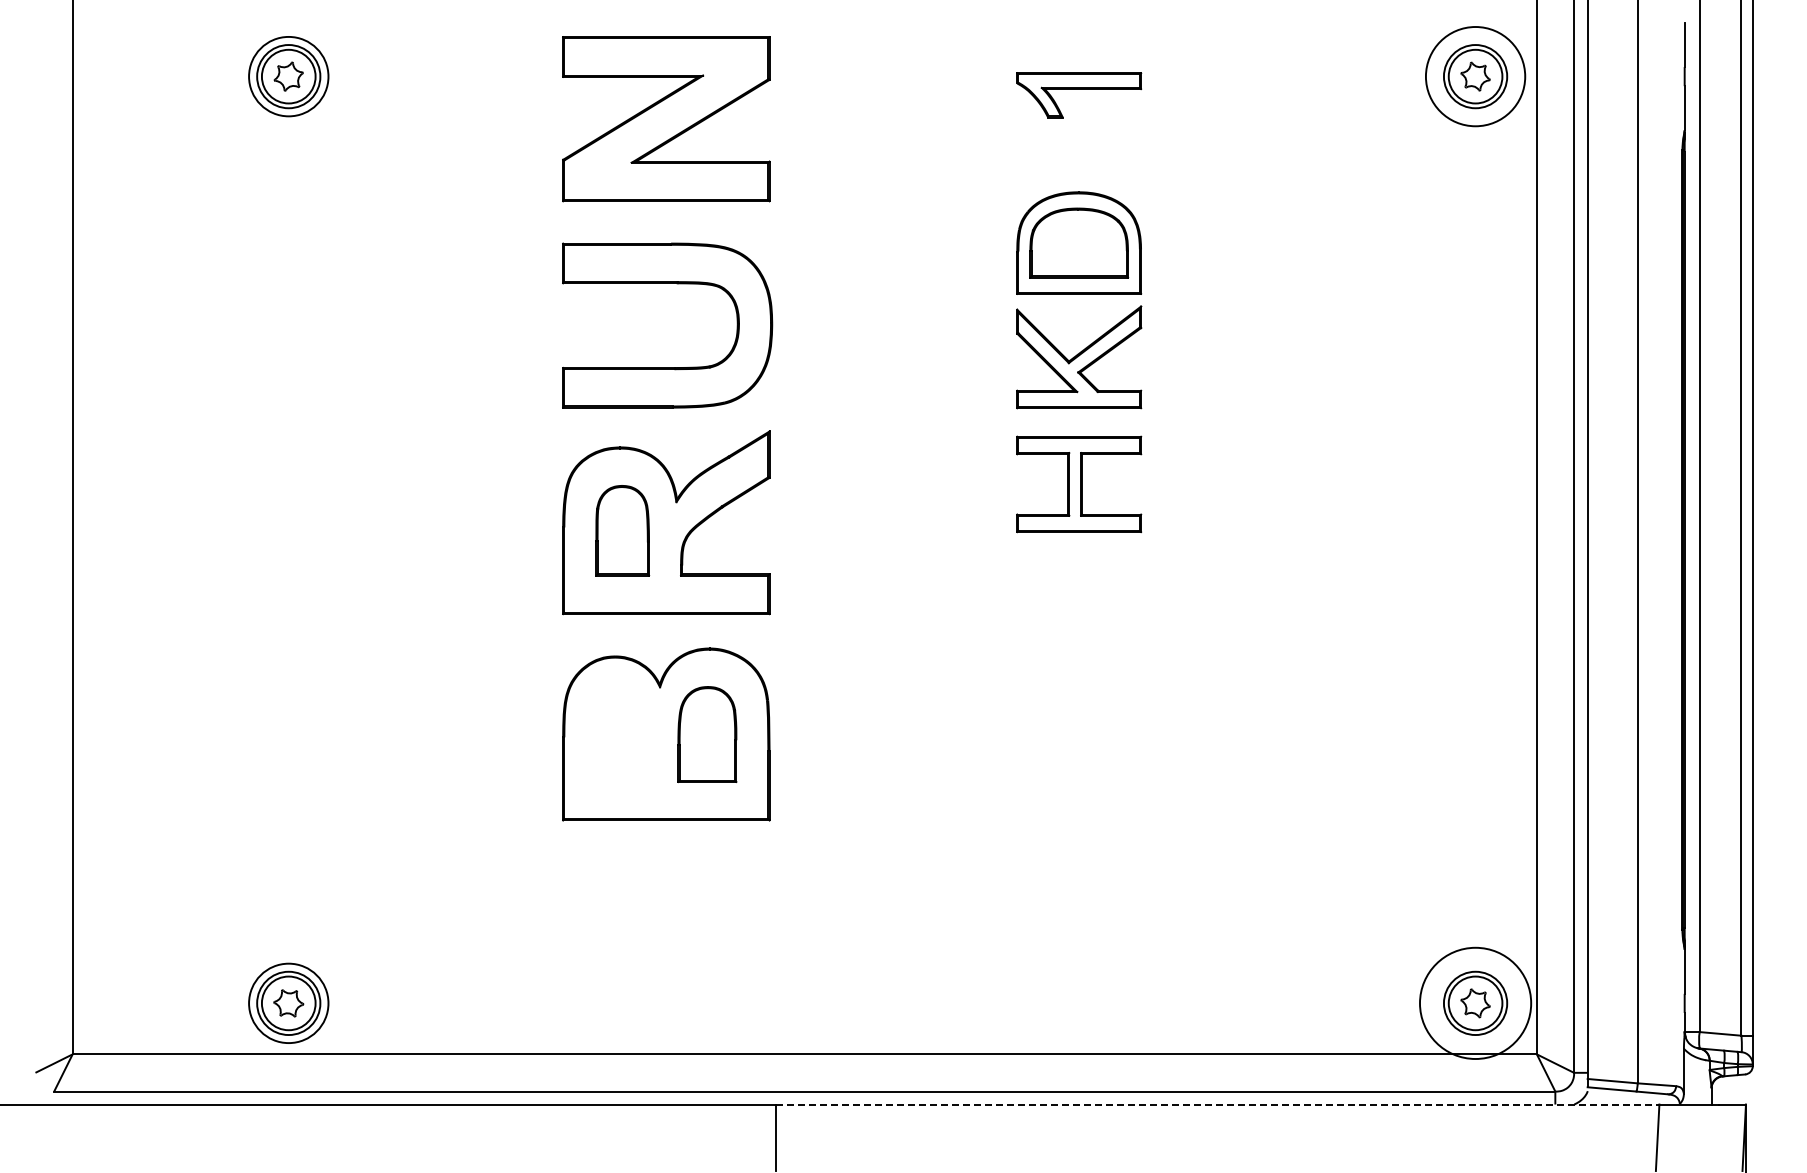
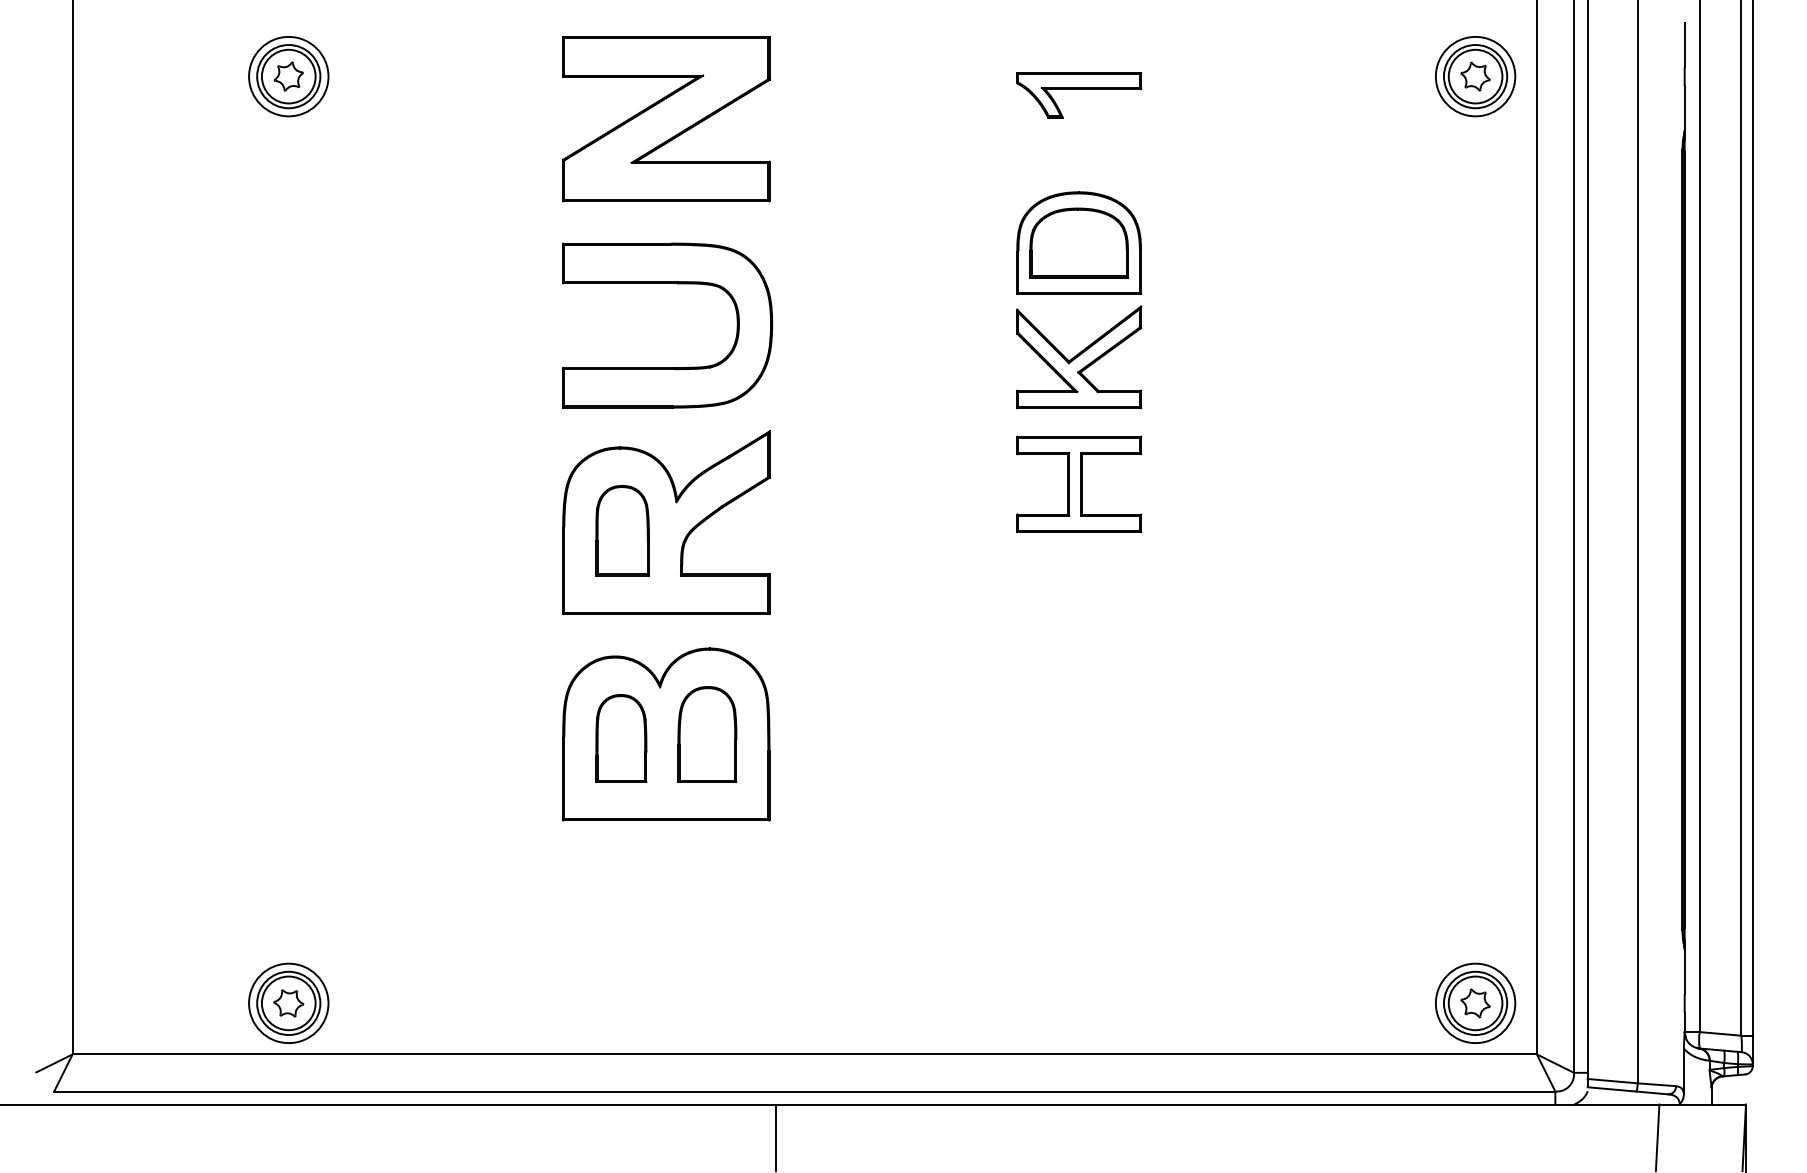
circle at (1475, 76) diameter: 99 px -> 79 px
part at (621, 738): none -> present
circle at (1475, 1002) diameter: 111 px -> 79 px
line at (1217, 1104): dashed -> solid
